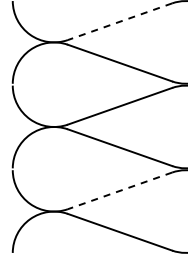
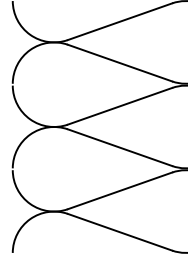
line at (119, 21): dashed -> solid
line at (119, 191): dashed -> solid
